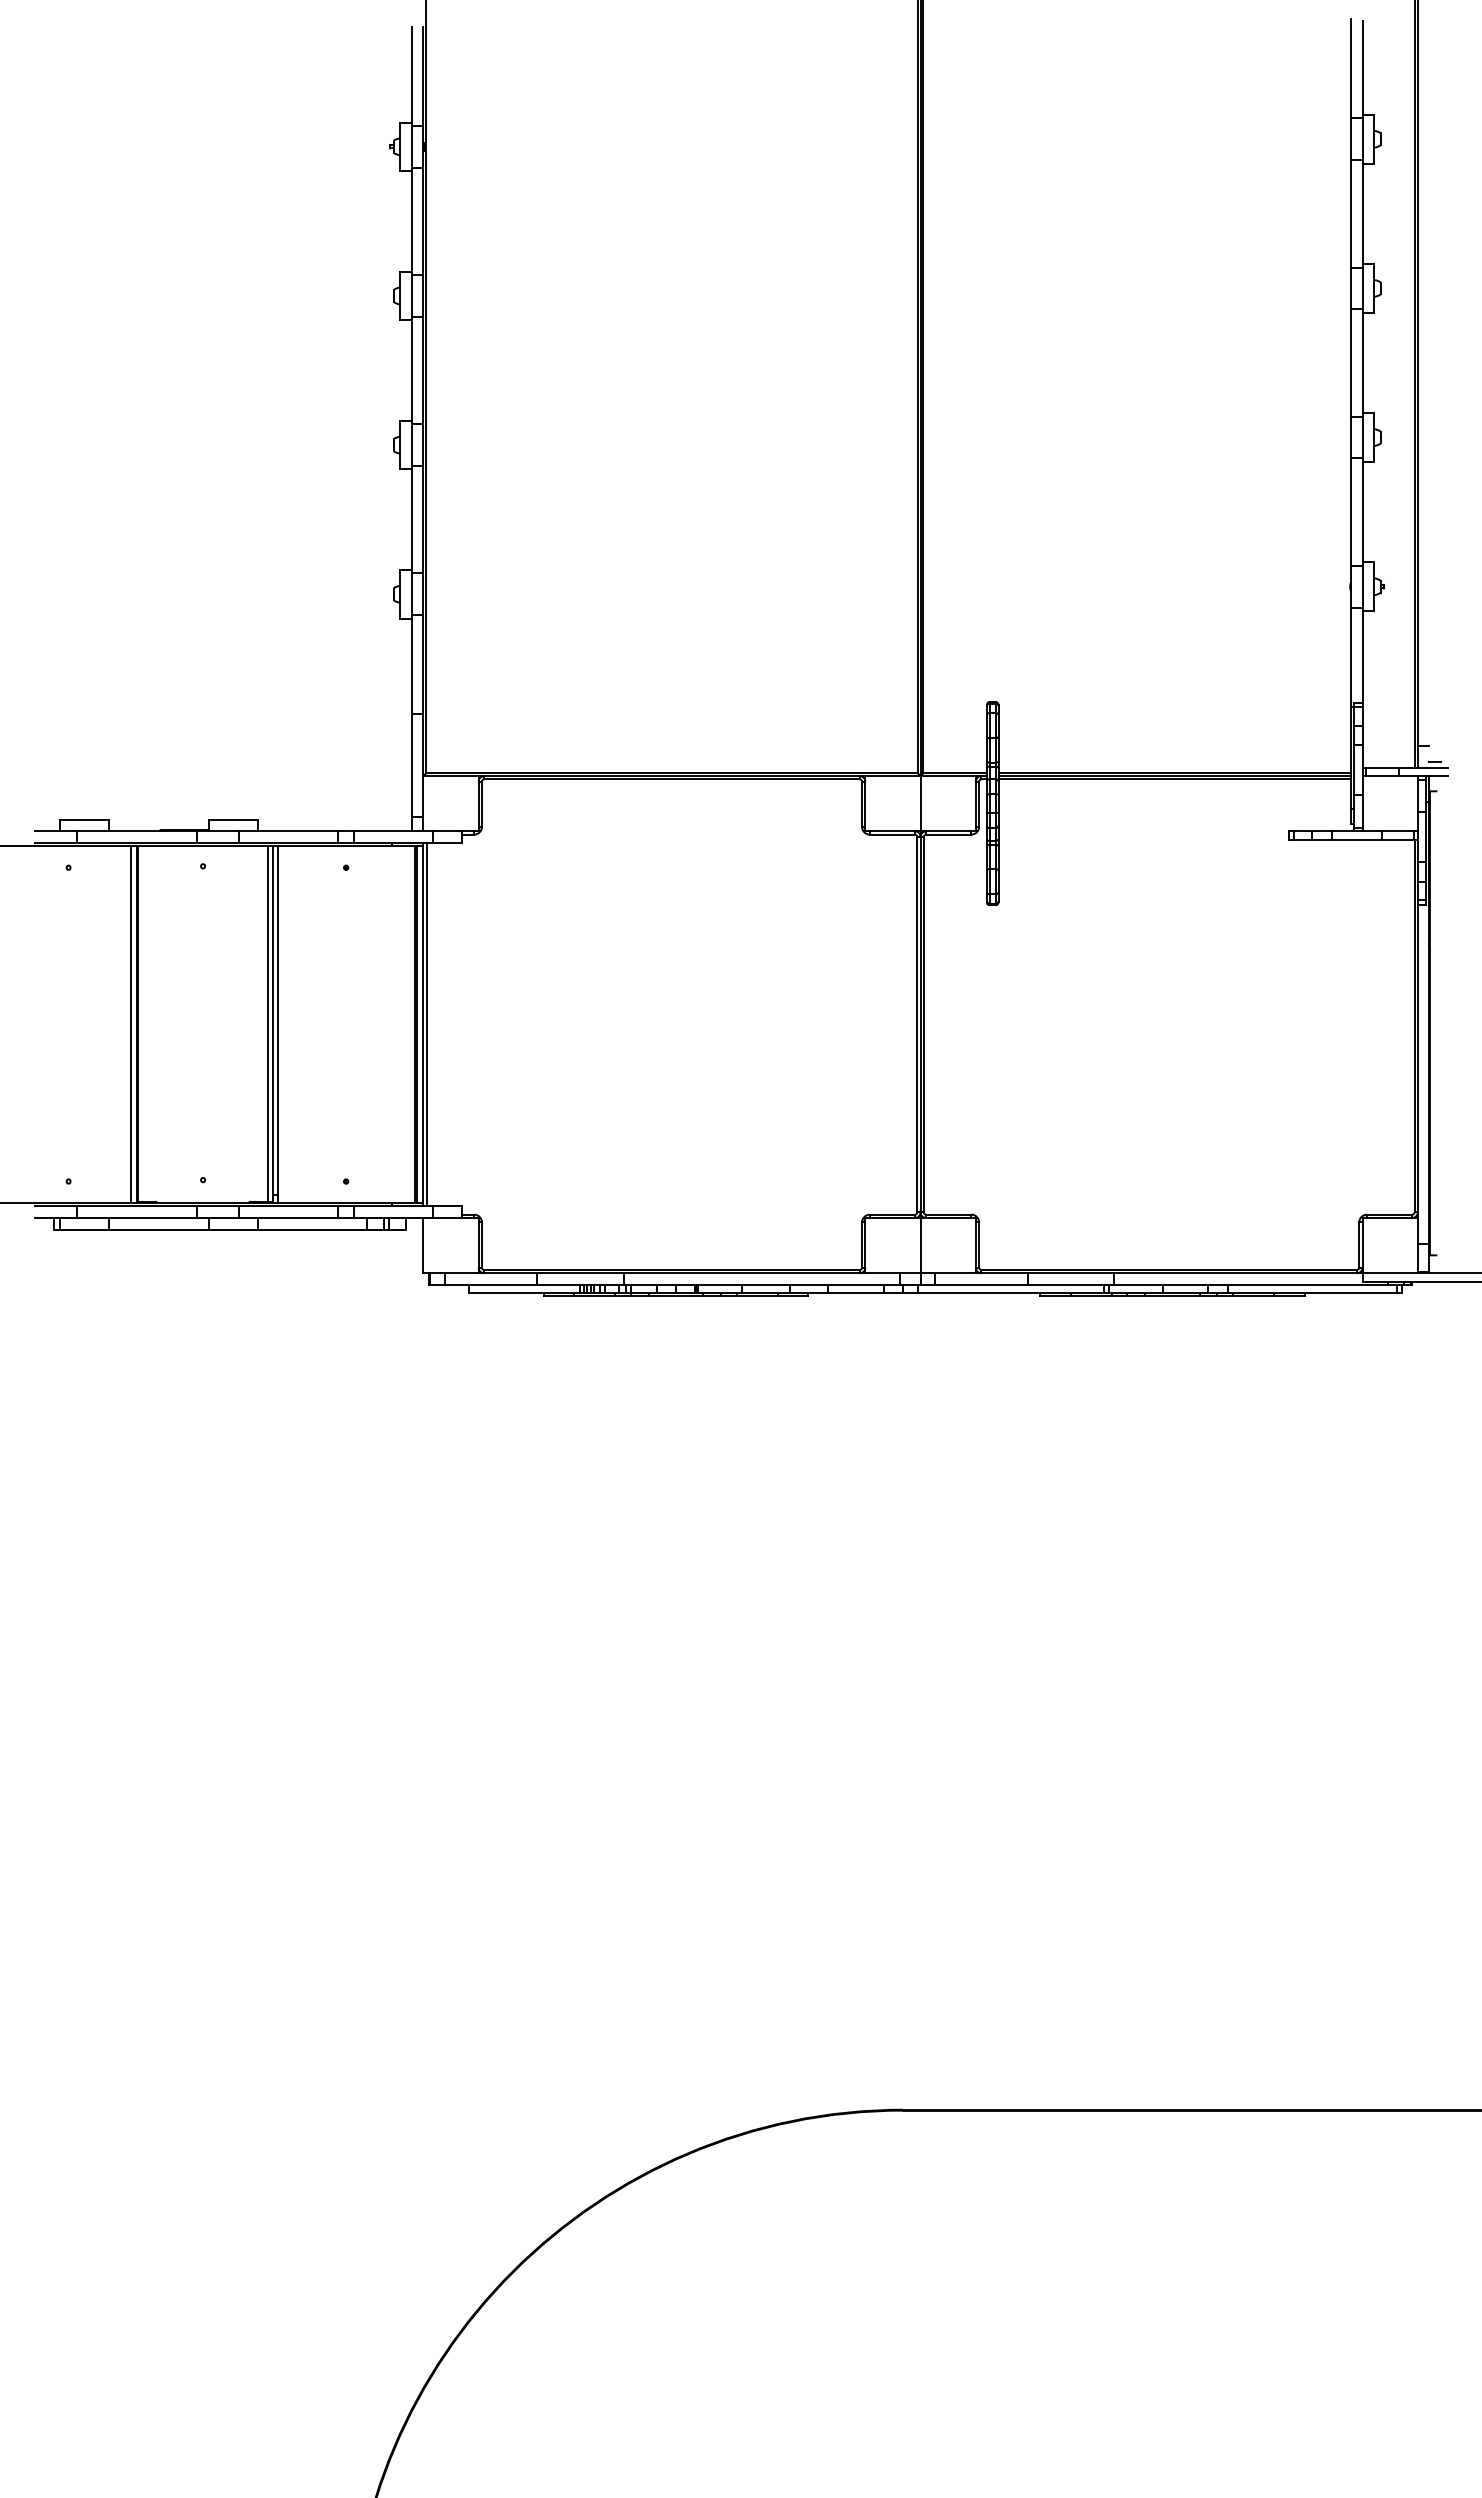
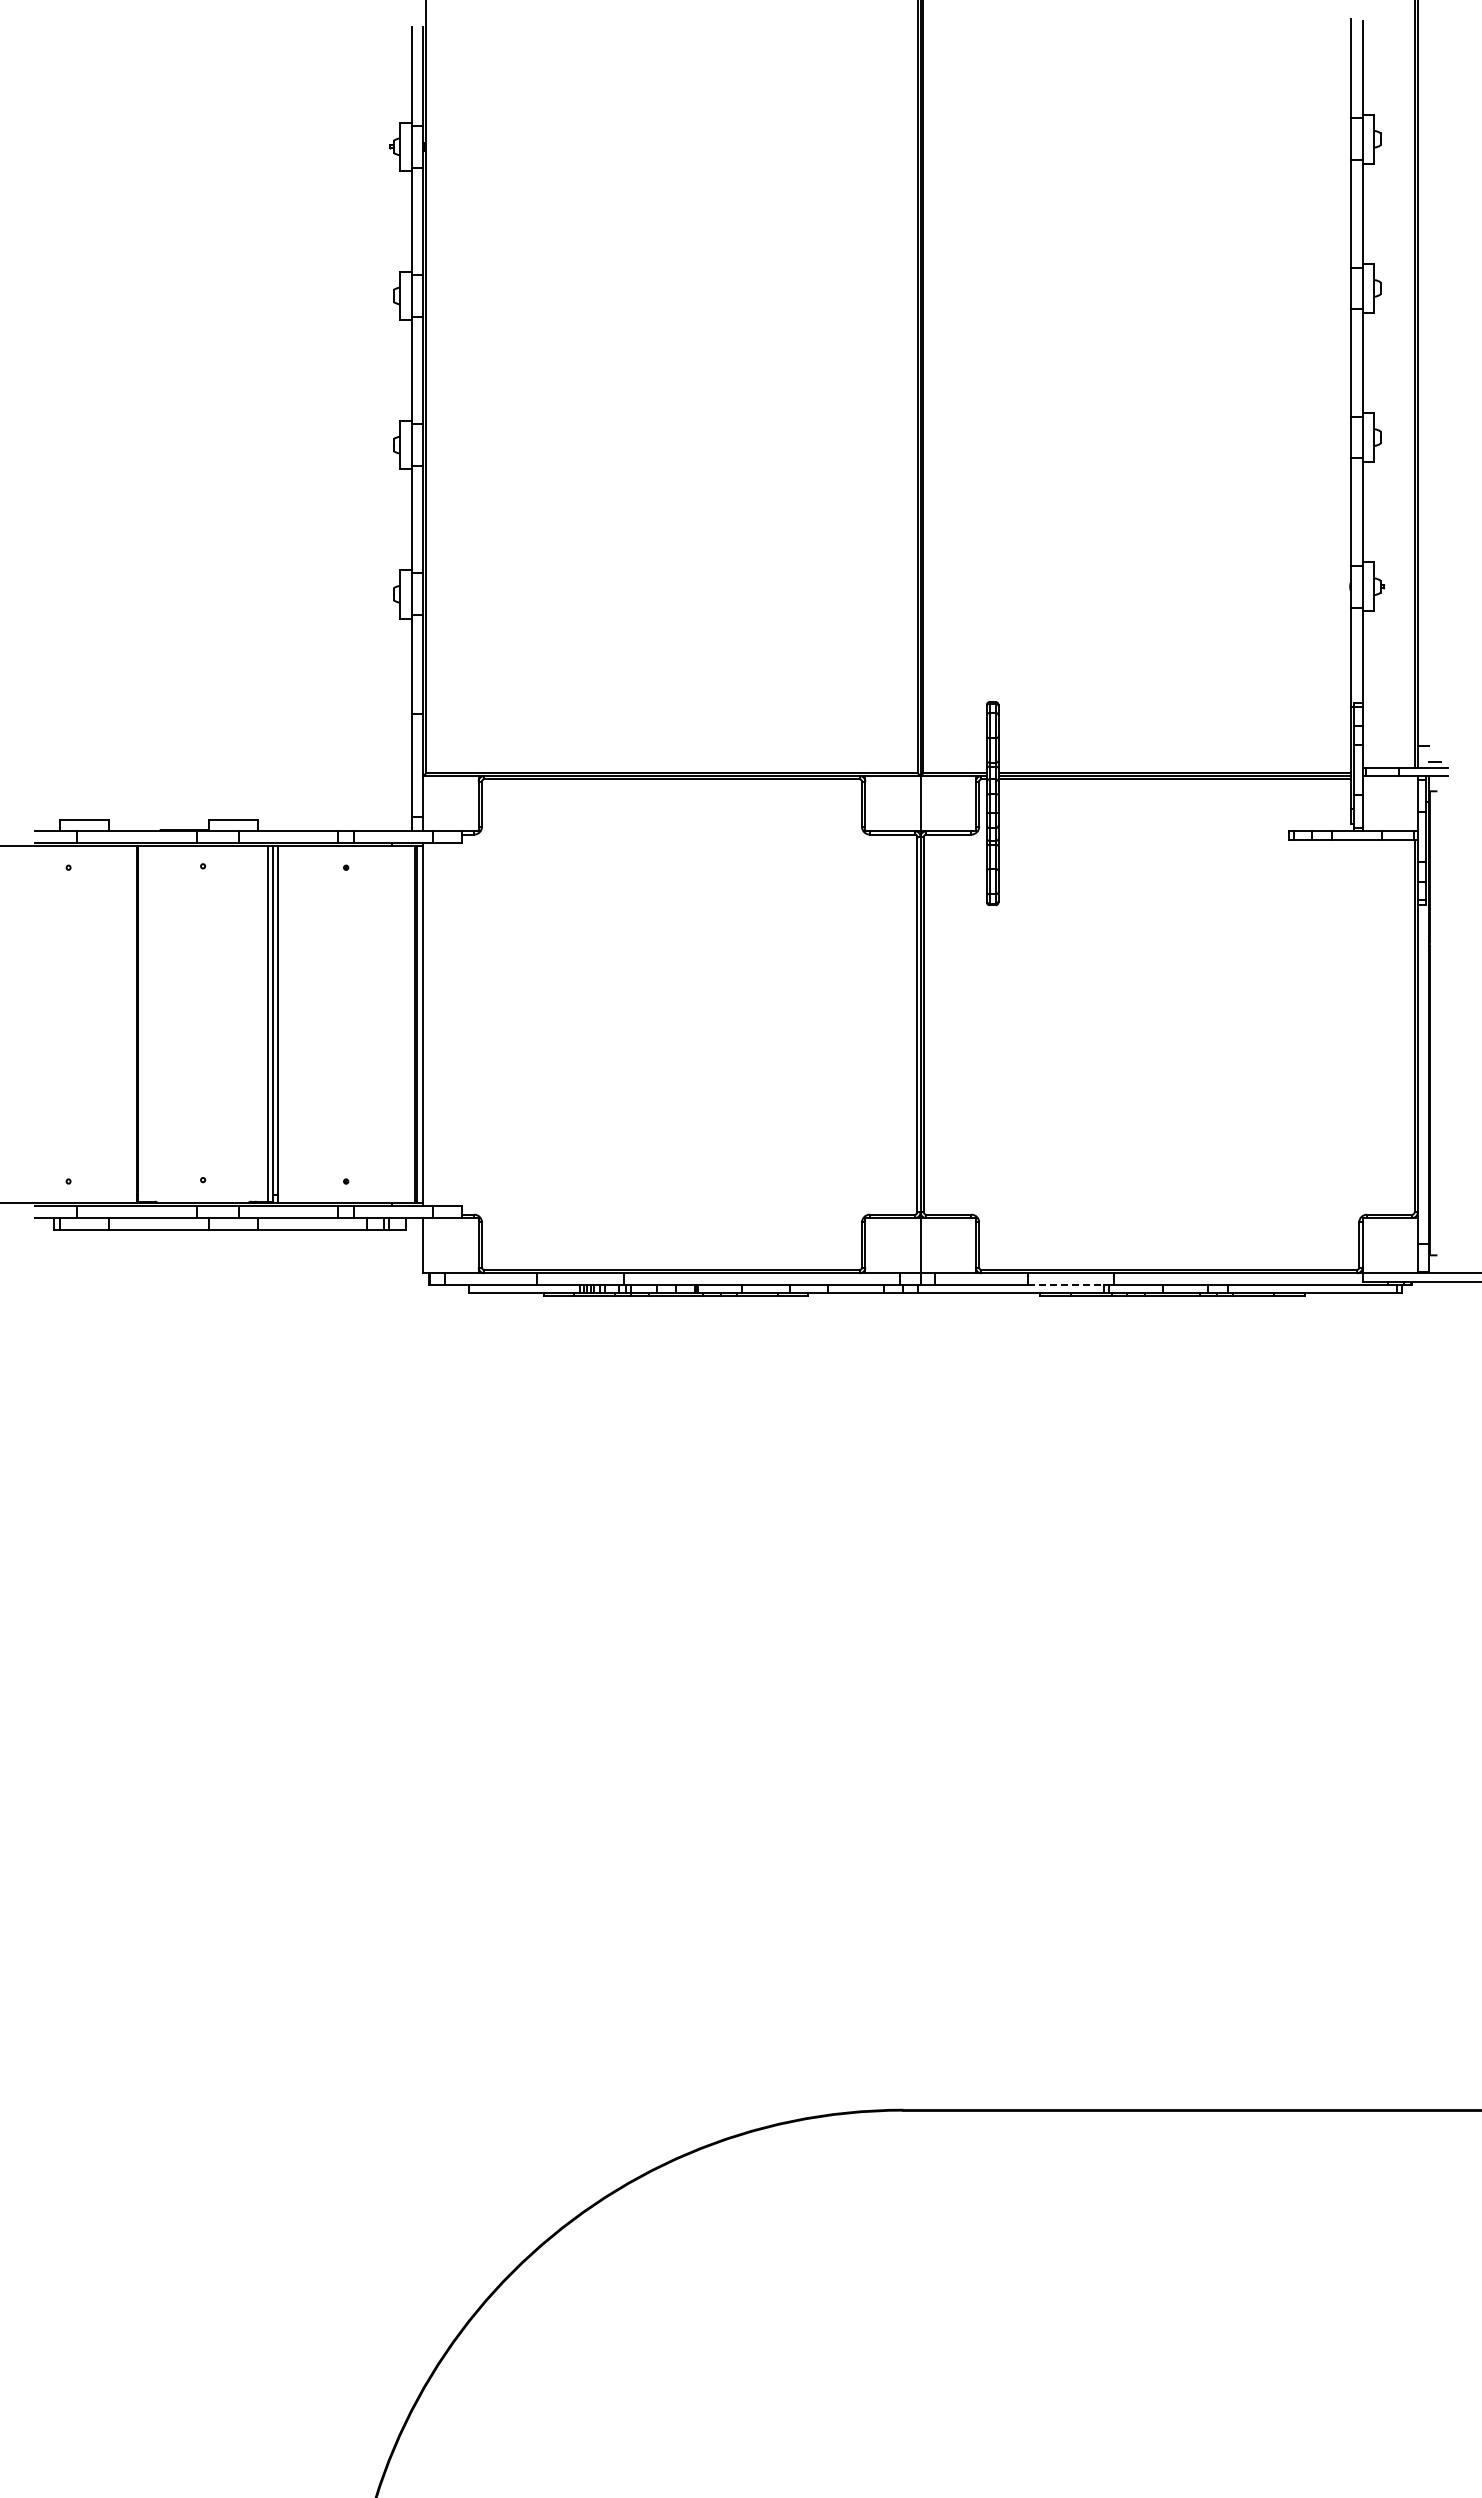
line at (130, 1024): present -> none
line at (426, 1024): present -> none
line at (1066, 1284): solid -> dashed
